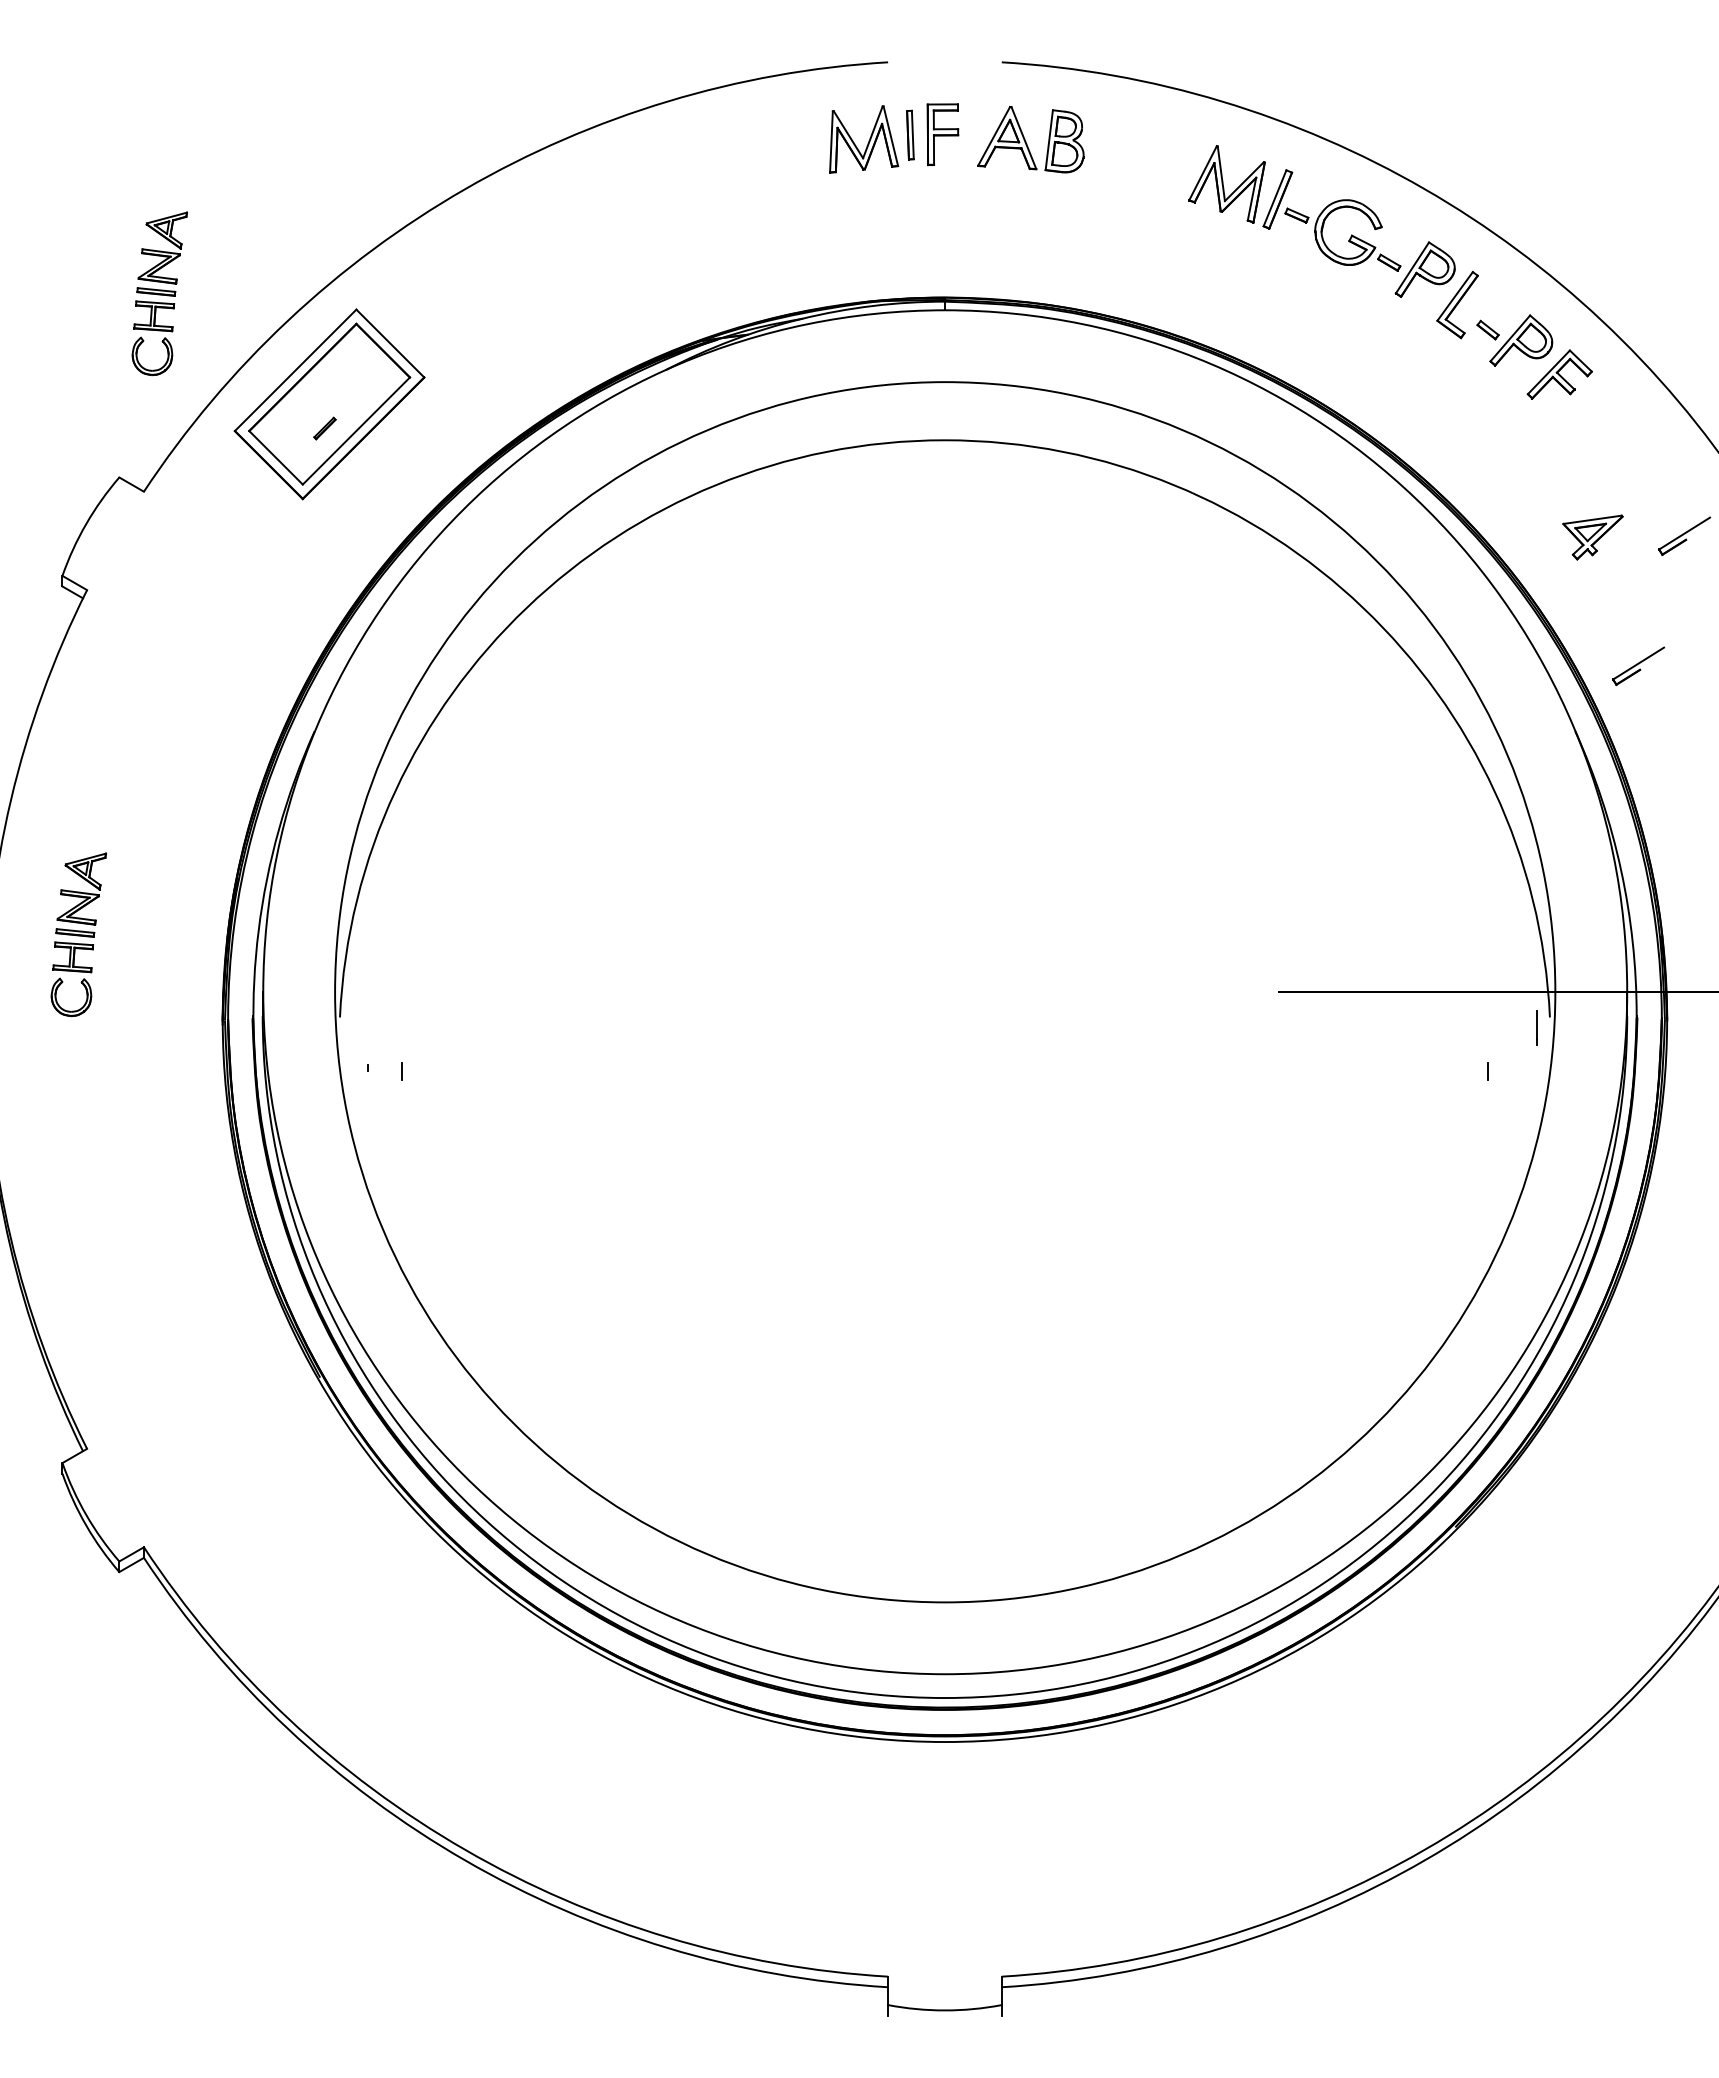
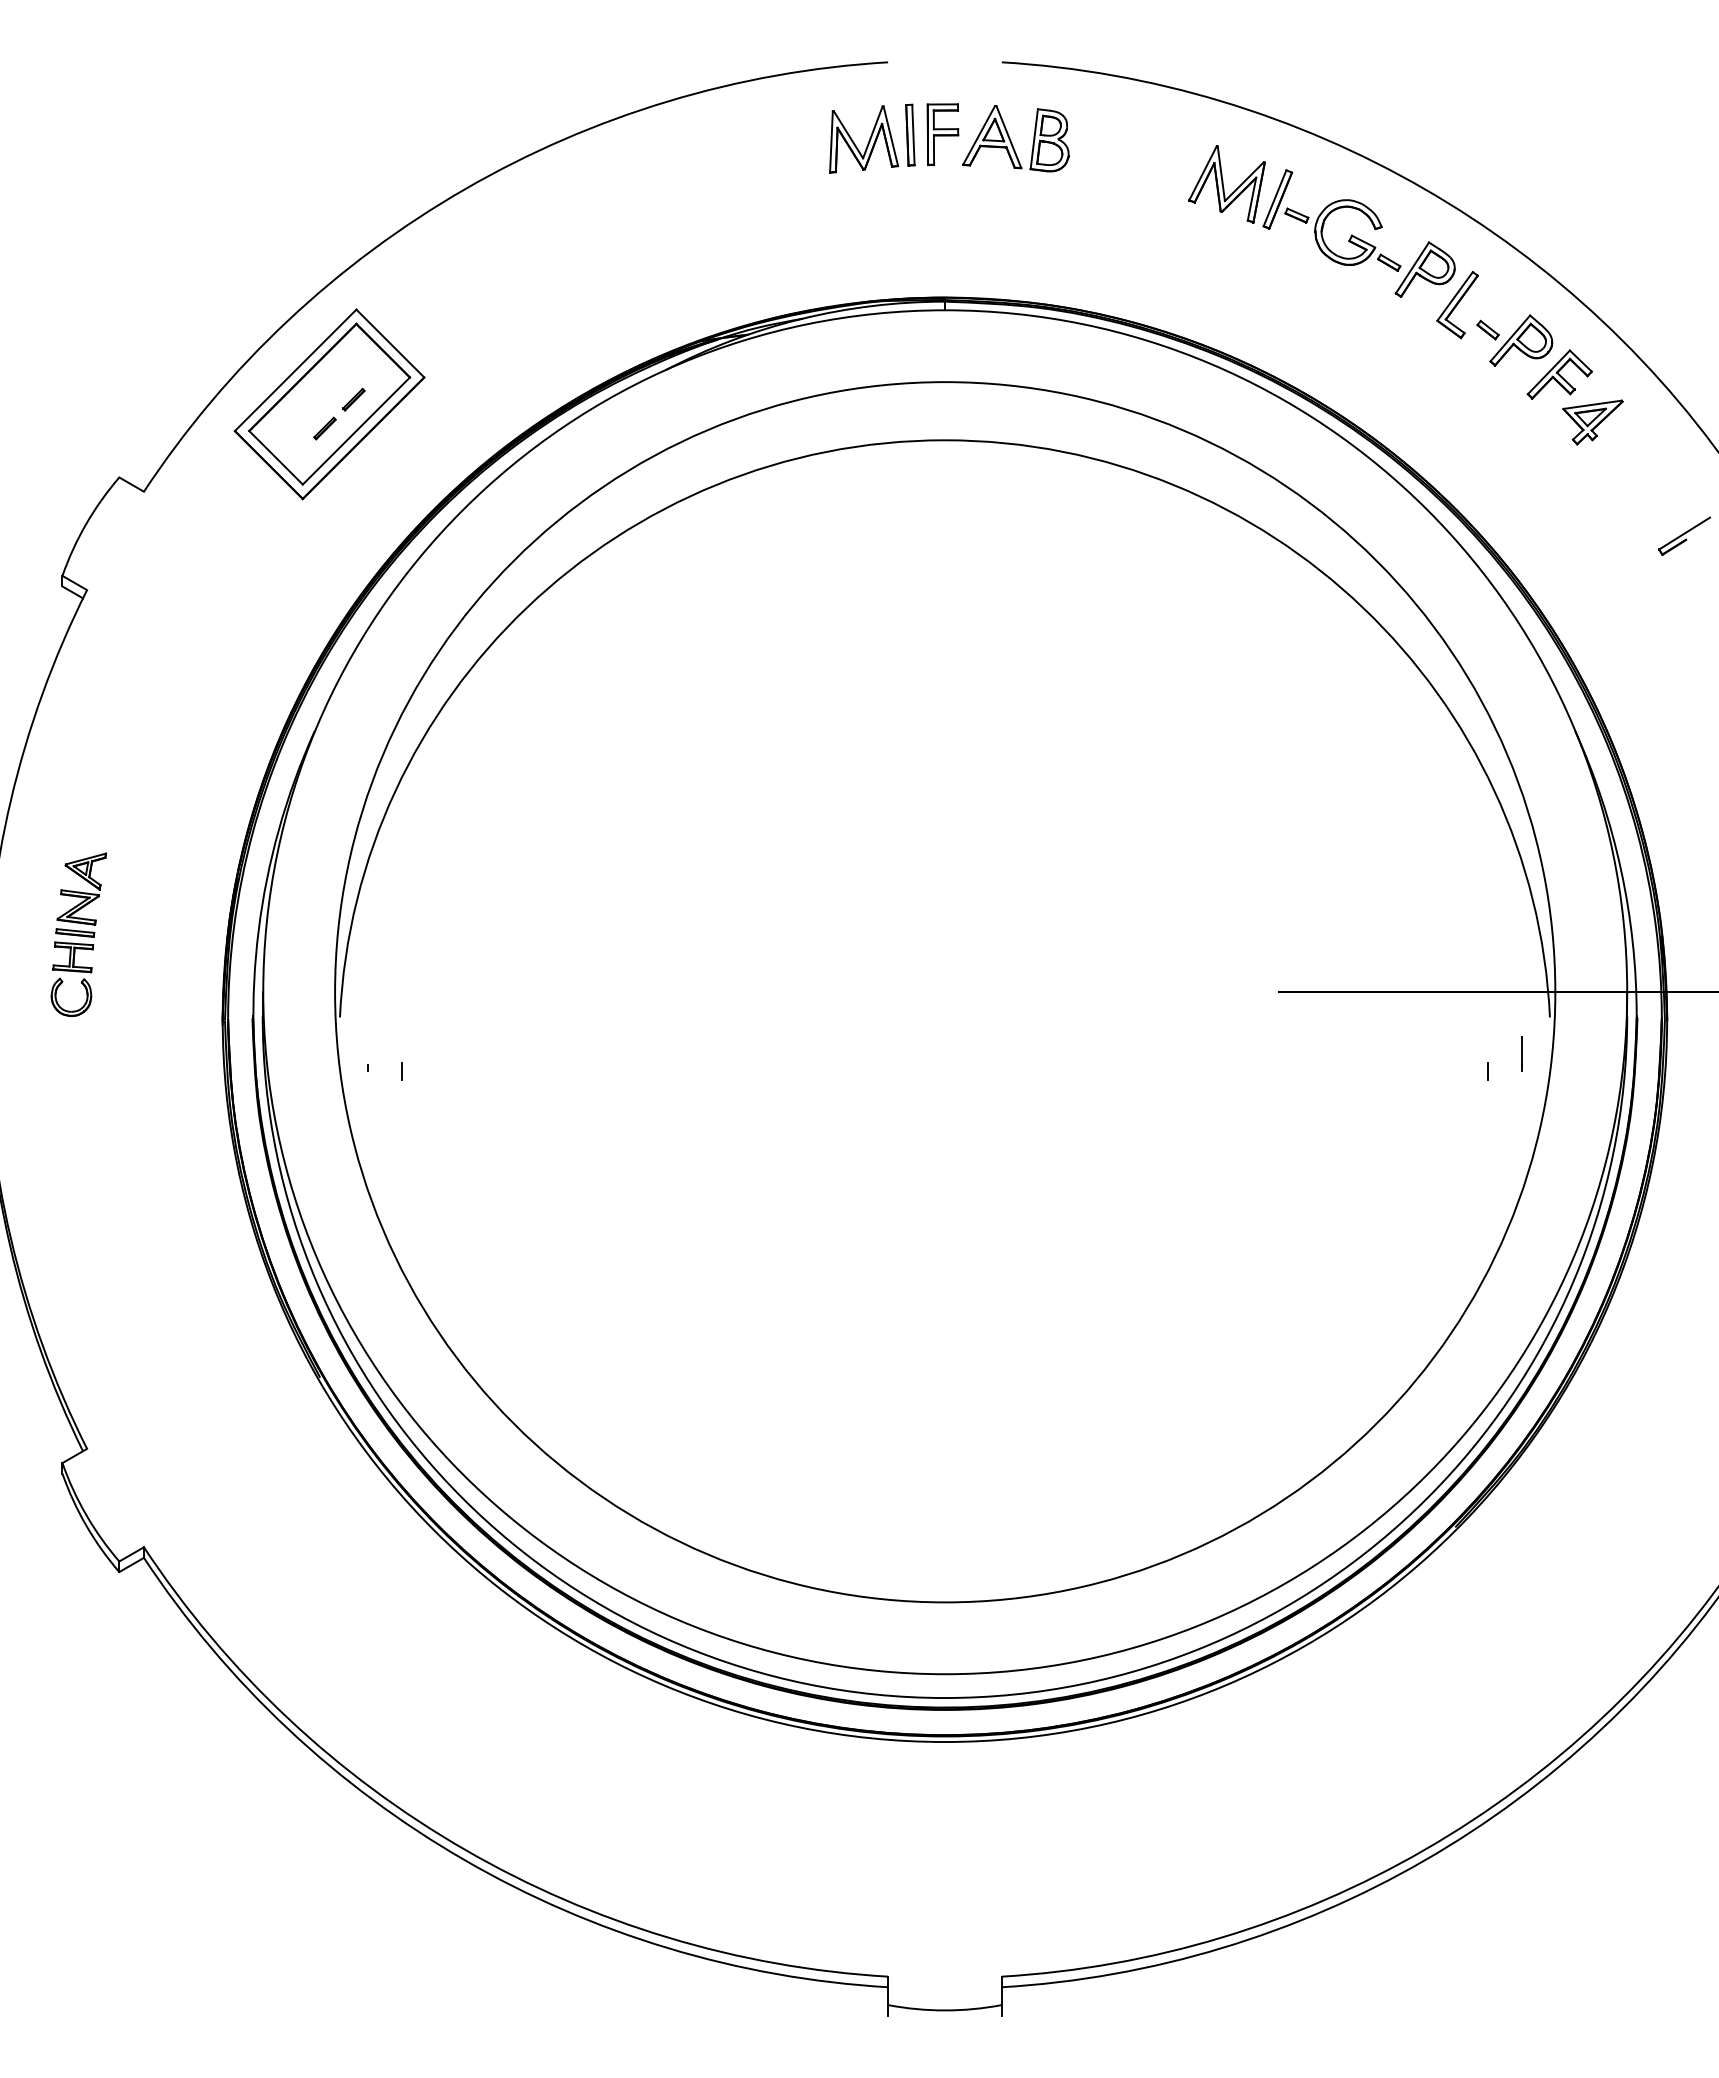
part at (910, 134) size: 9x52 px -> 11x64 px
part at (1030, 139) position: (1030, 139) -> (1015, 138)
part at (159, 293): present -> none
part at (353, 399): none -> present
part at (1592, 537) position: (1592, 537) -> (1592, 422)
part at (1638, 665): present -> none
line at (1536, 1027) position: (1536, 1027) -> (1521, 1053)
